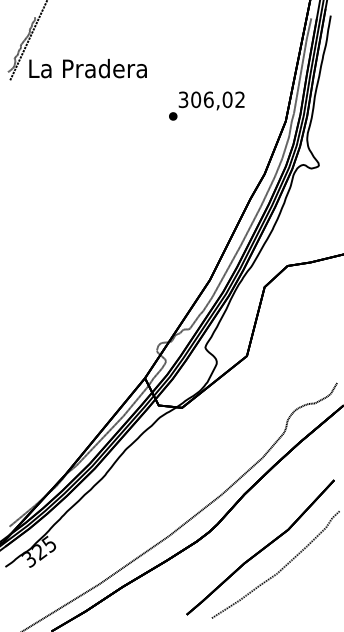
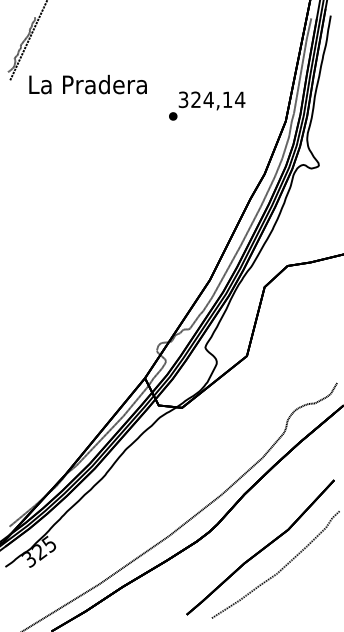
text at (87, 68) position: (87, 68) -> (87, 84)
text at (218, 99): 306,02 -> 324,14
